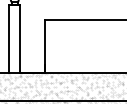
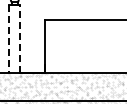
line at (9, 38): solid -> dashed
line at (20, 38): solid -> dashed
